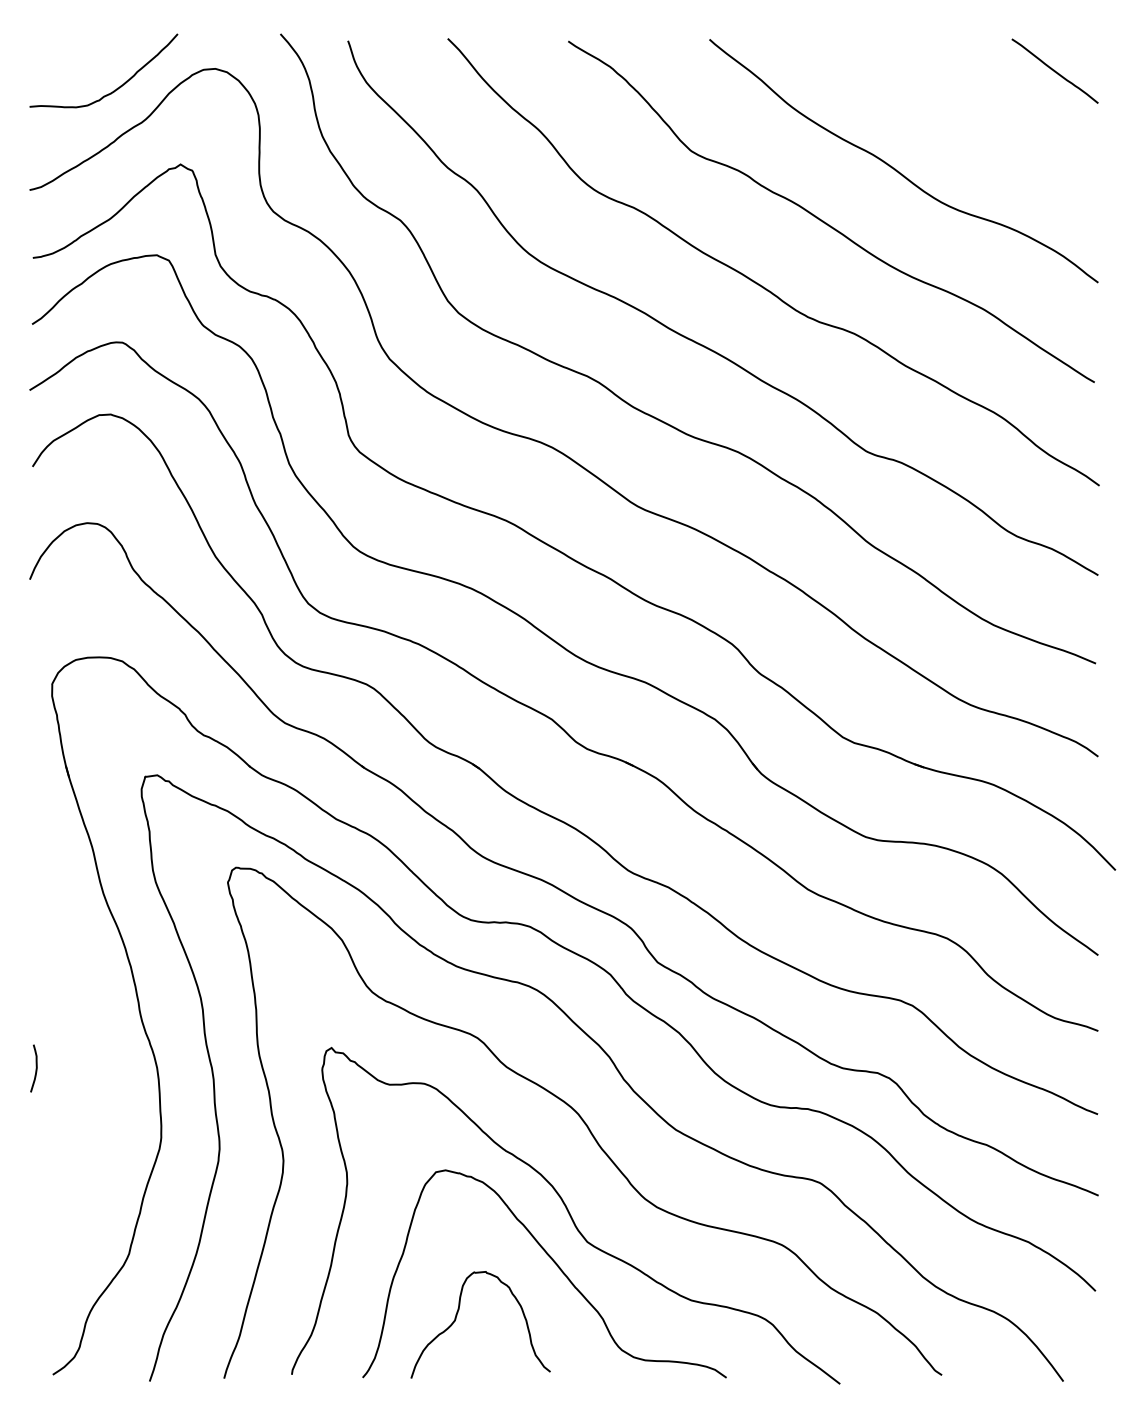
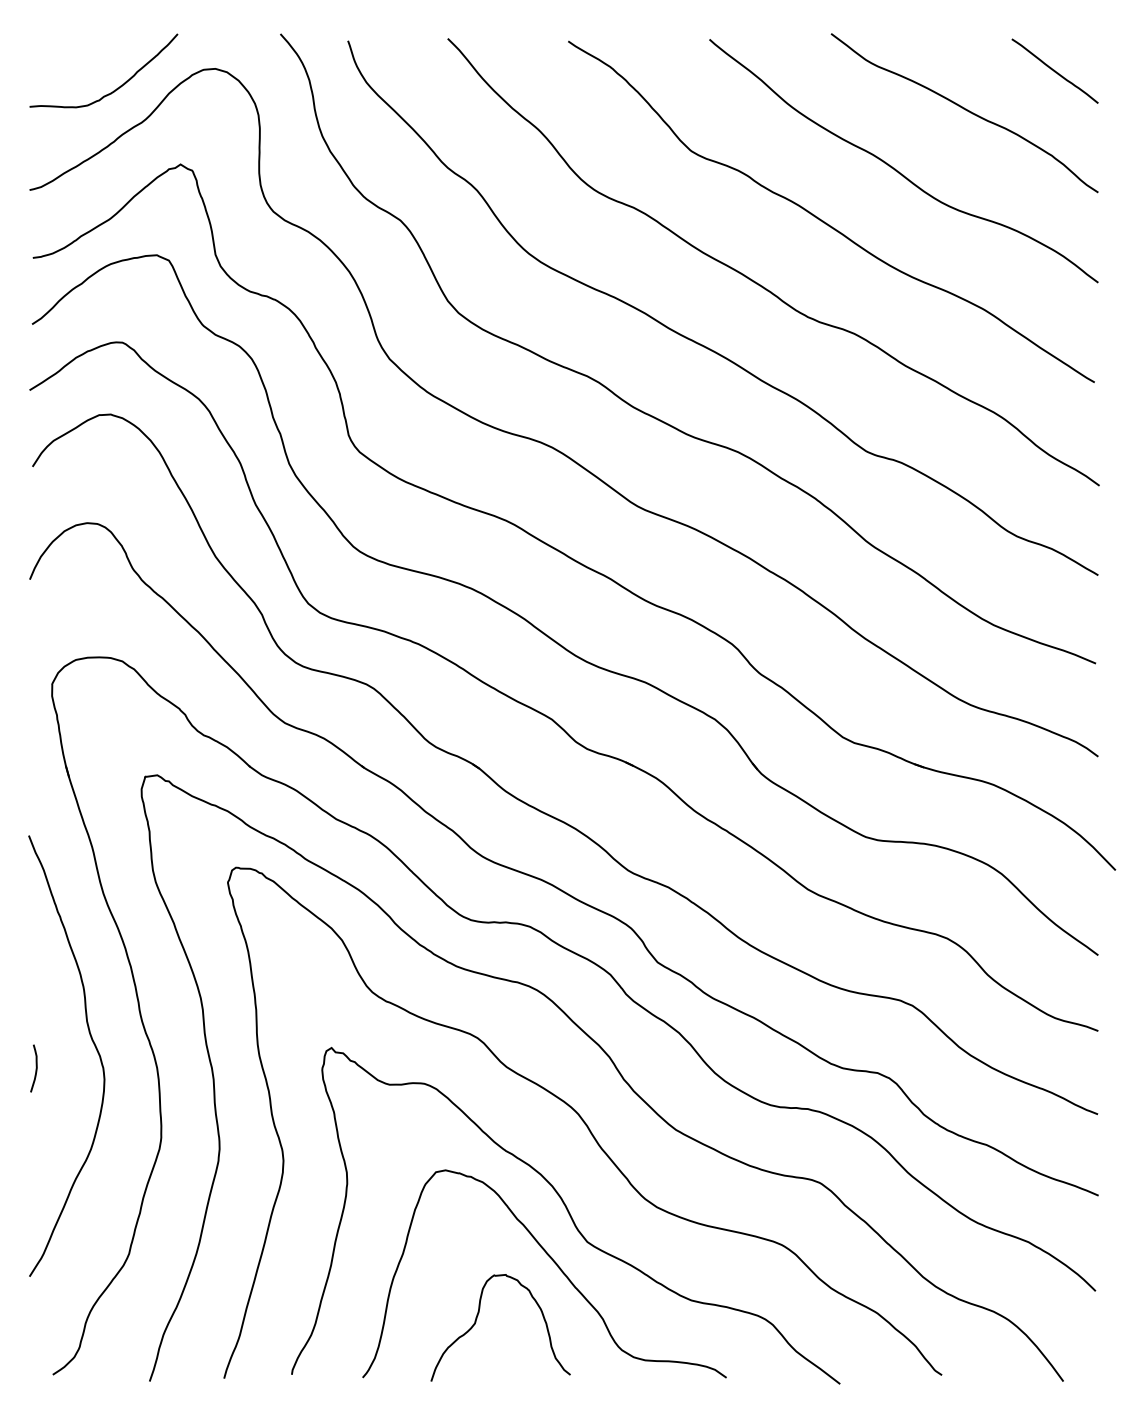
curve at (965, 110): none -> present
curve at (92, 1042): none -> present
curve at (456, 1319) position: (456, 1319) -> (476, 1322)
